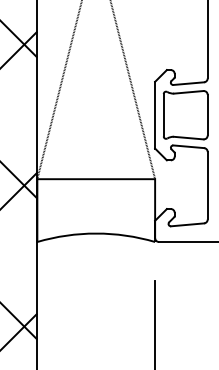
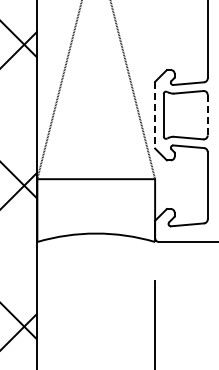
line at (207, 114): solid -> dashed
line at (155, 115): solid -> dashed
